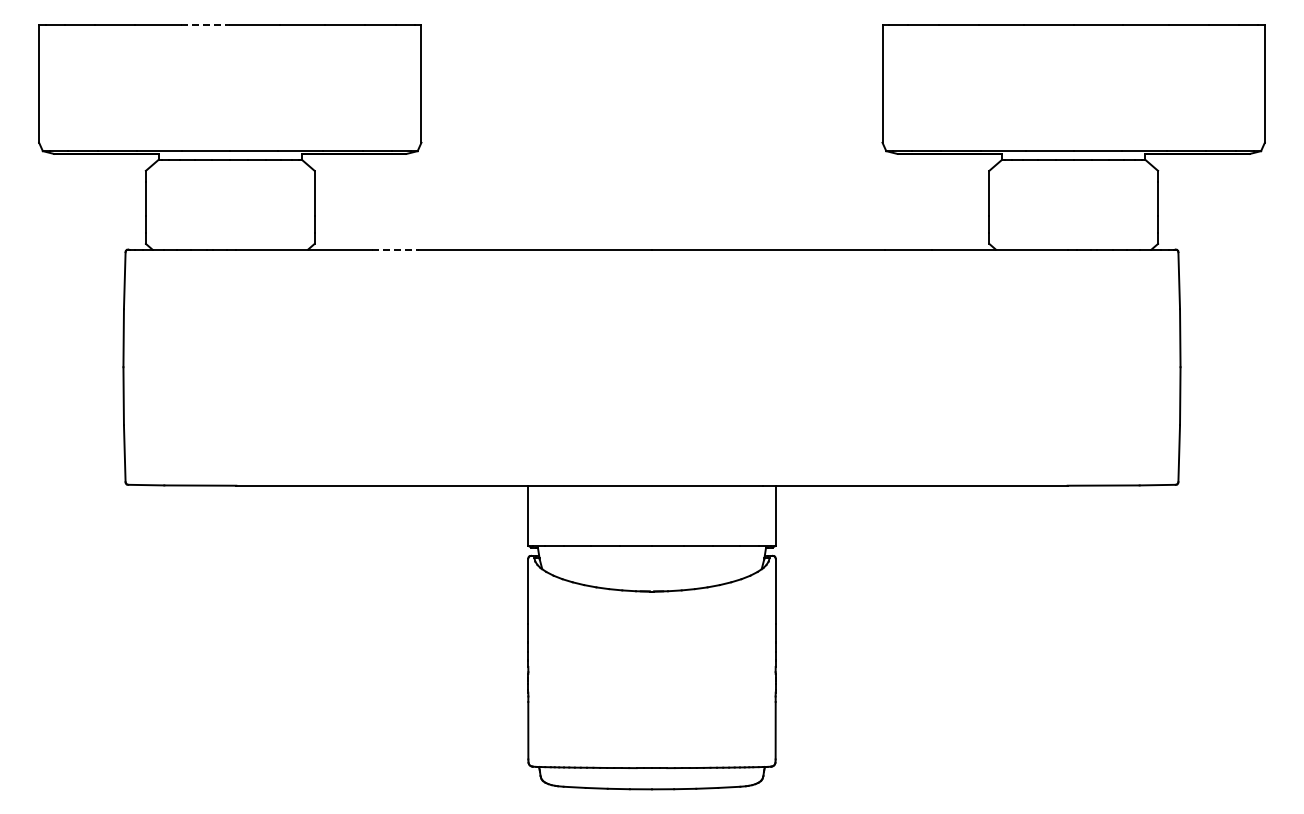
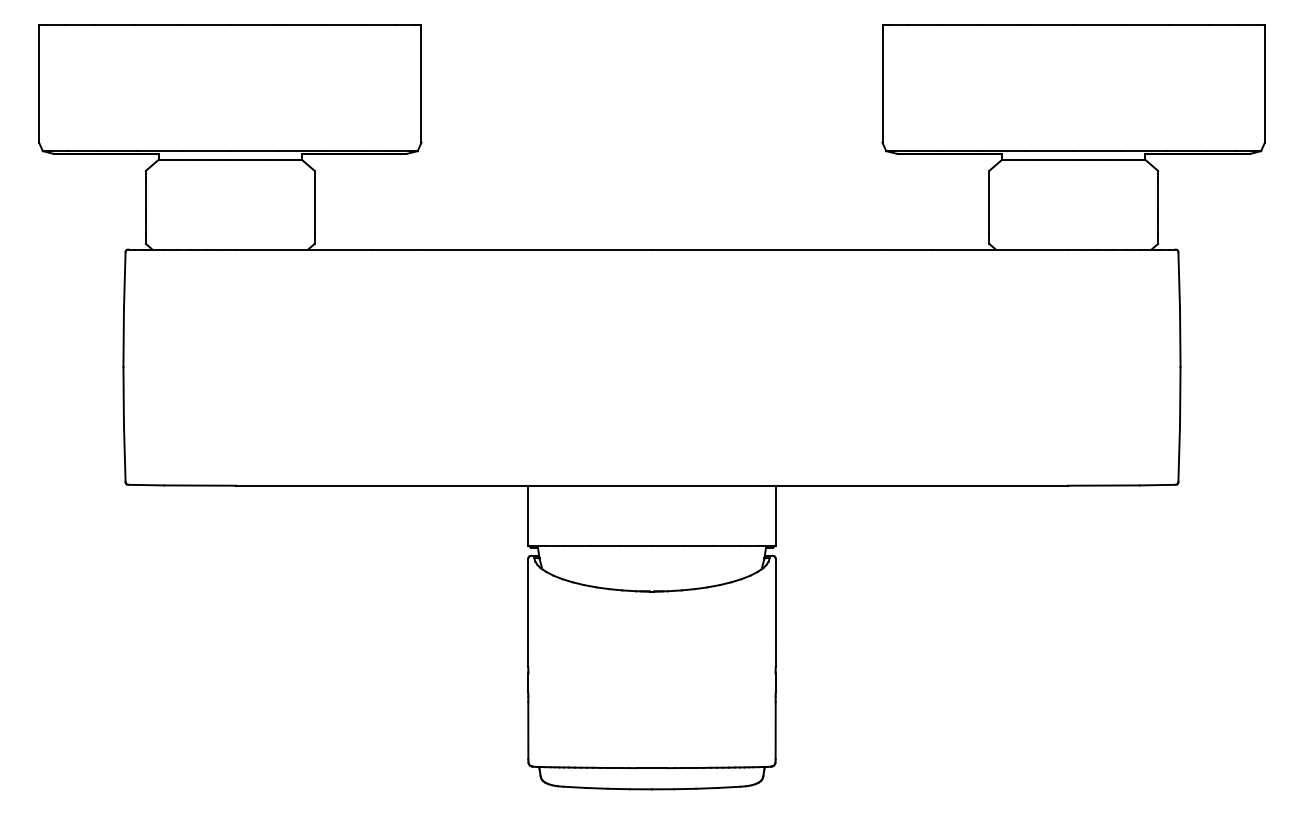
line at (205, 24): dashed -> solid
line at (395, 249): dashed -> solid
